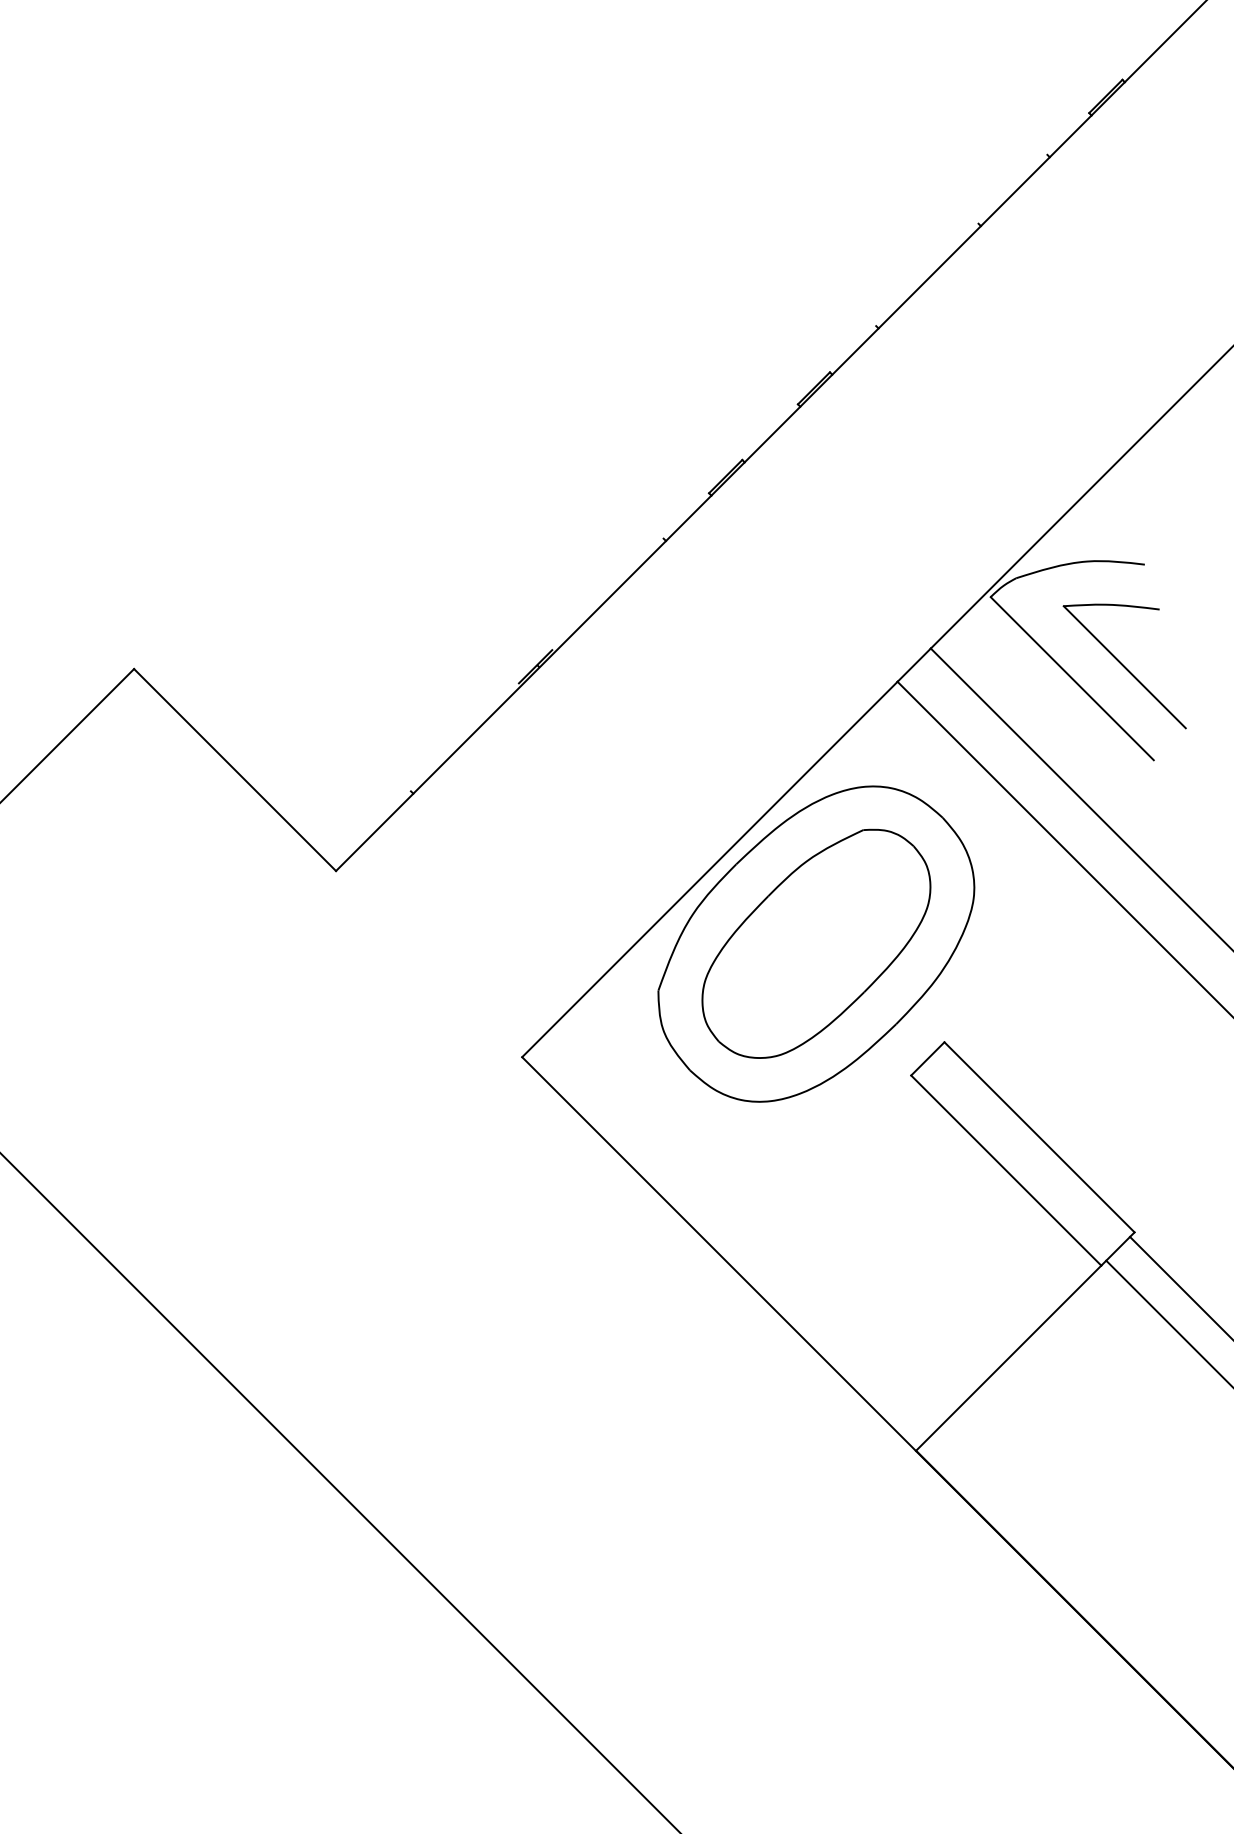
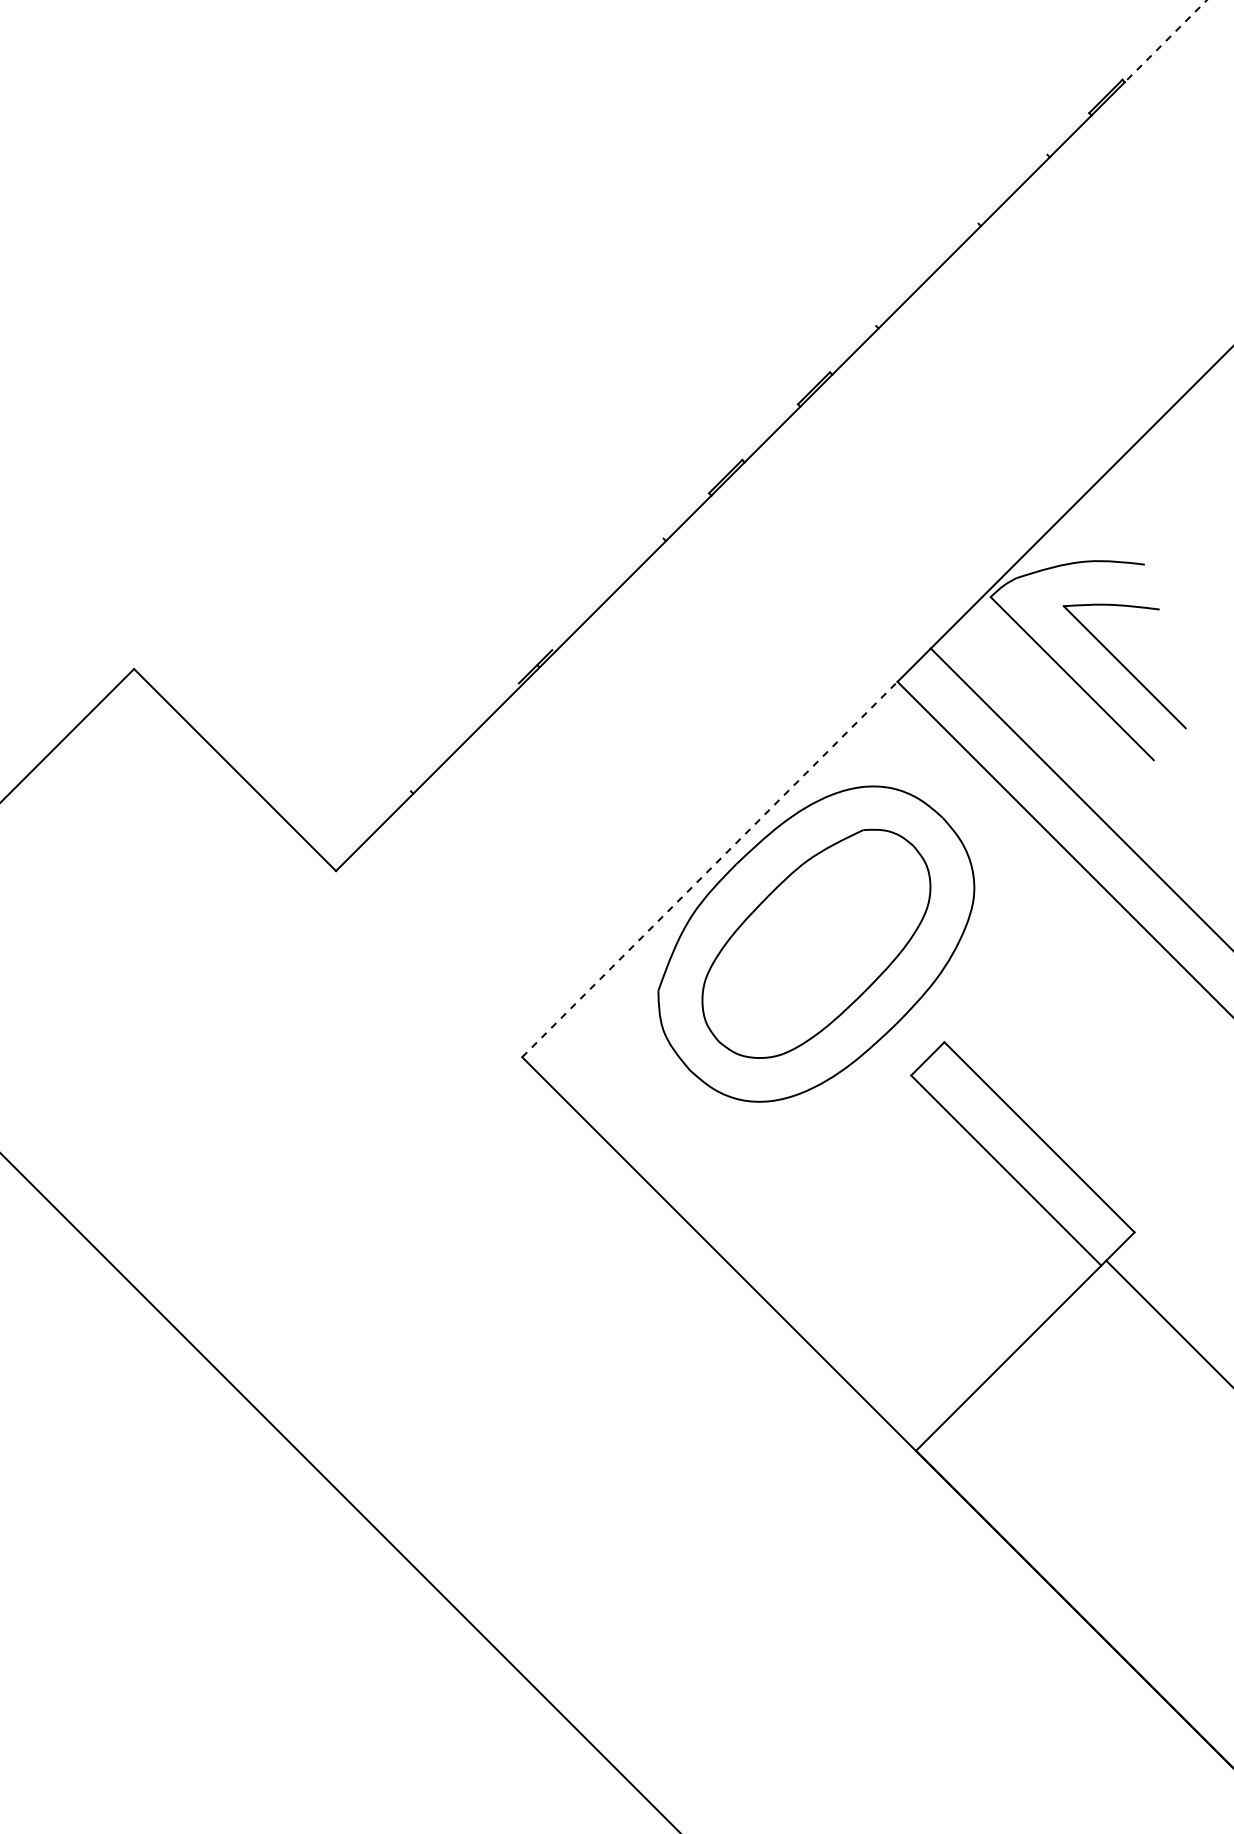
line at (1165, 41): solid -> dashed
line at (710, 869): solid -> dashed
line at (1180, 1286): present -> none
